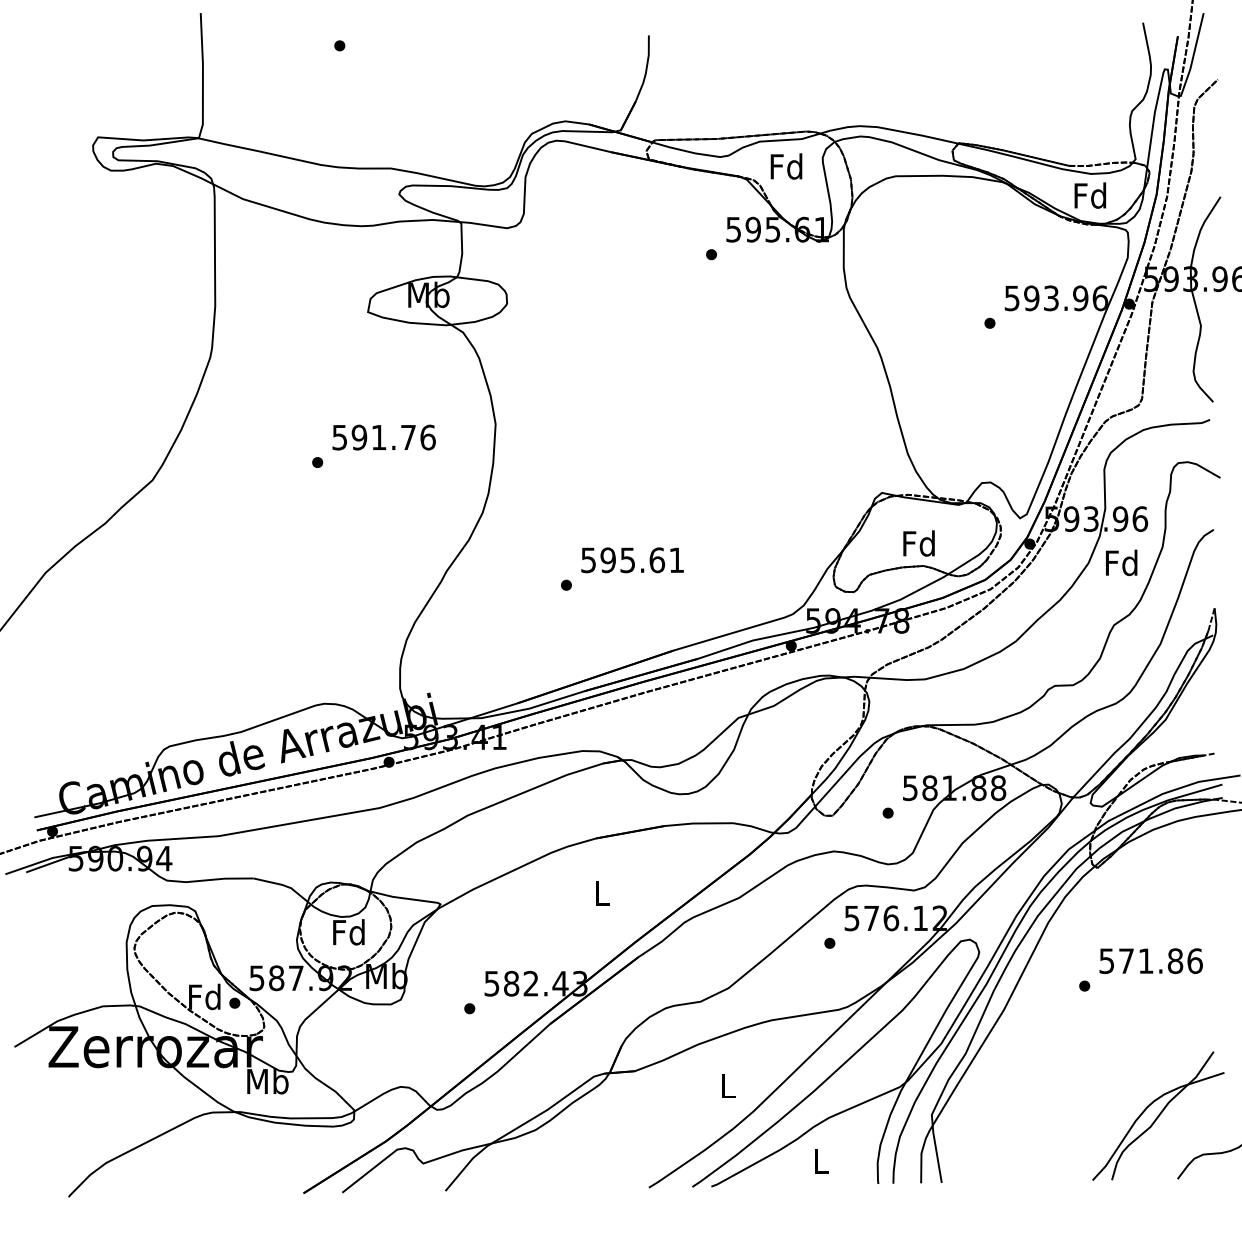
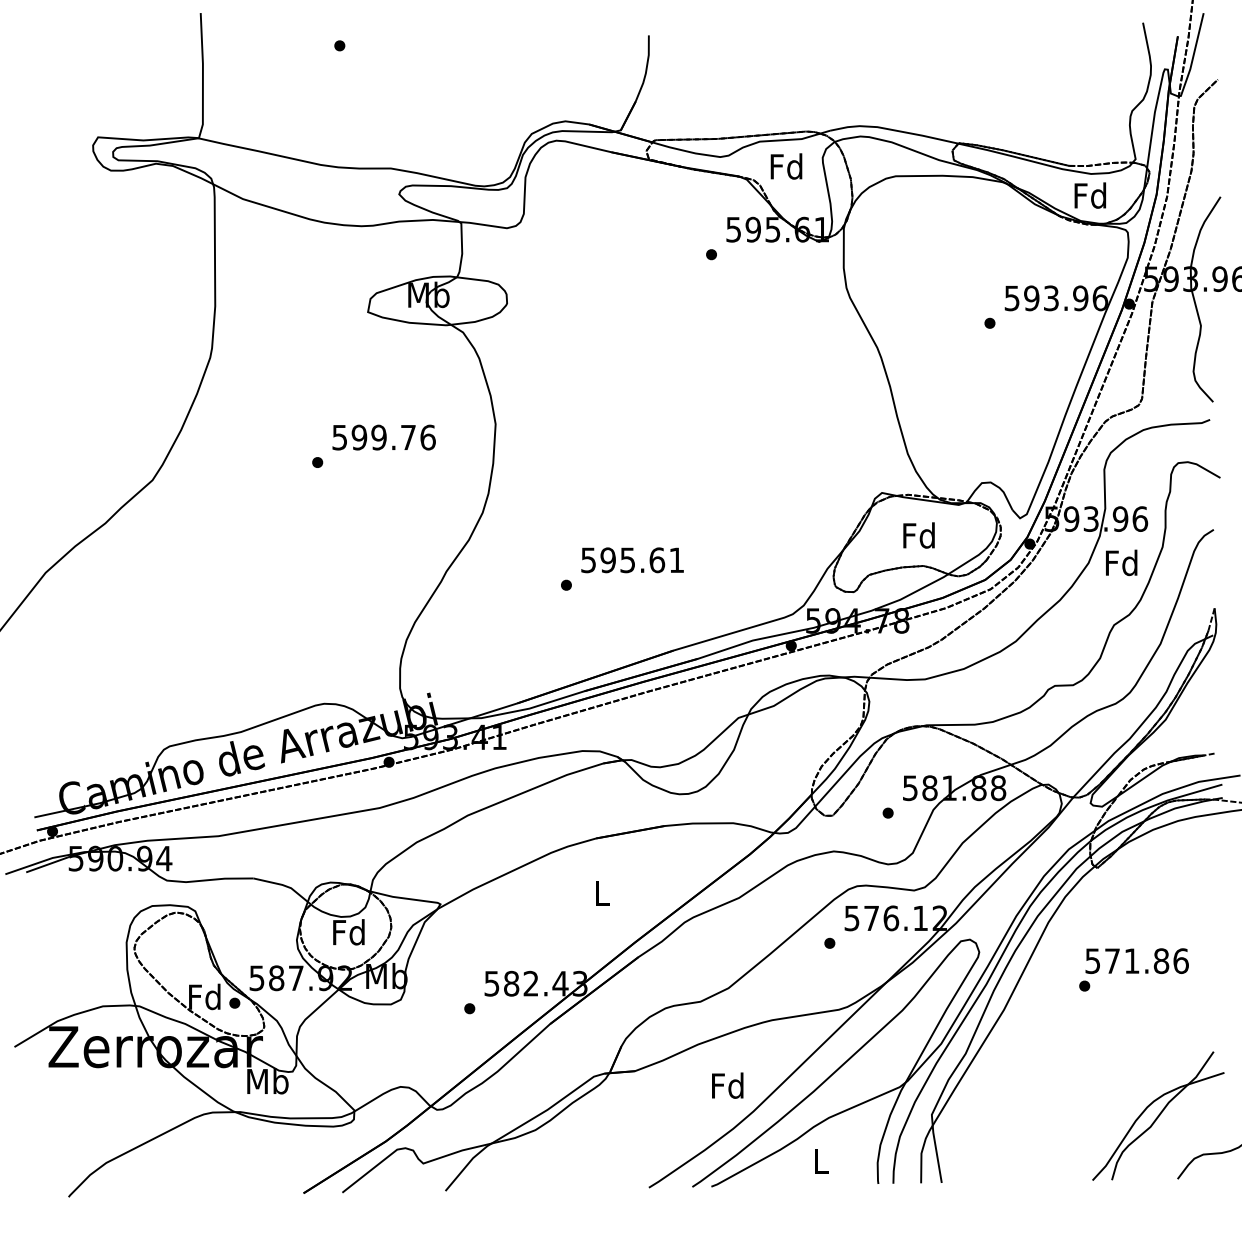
text at (378, 437): 591.76 -> 599.76
text at (918, 543) position: (918, 543) -> (918, 535)
text at (1150, 960) position: (1150, 960) -> (1136, 960)
text at (727, 1085): L -> Fd
